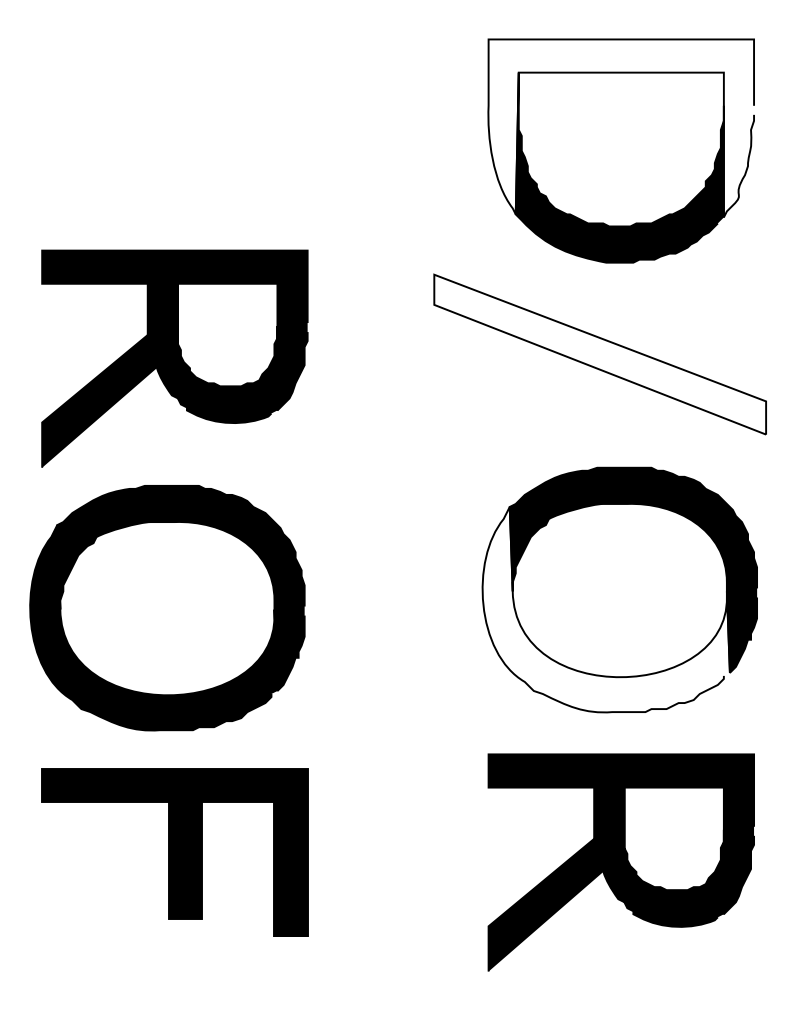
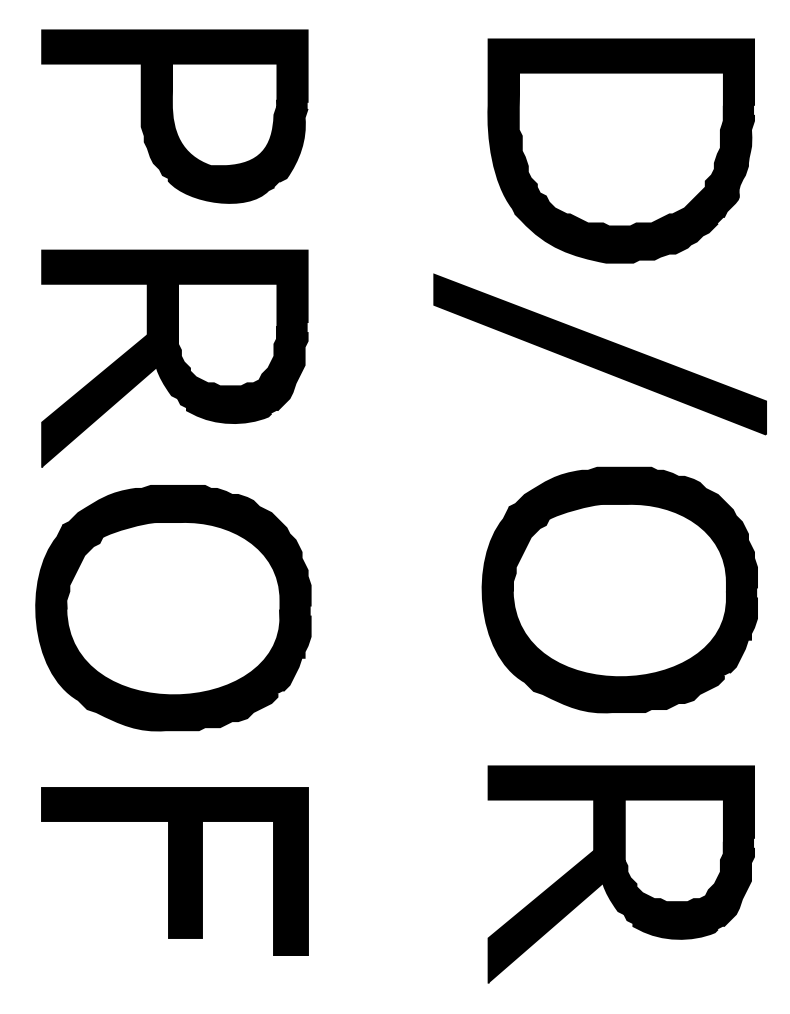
part at (174, 116): none -> present
fill at (621, 128): none -> present
fill at (600, 354): none -> present
part at (167, 608) position: (167, 608) -> (173, 608)
fill at (605, 609): none -> present
part at (174, 852) position: (174, 852) -> (174, 871)
part at (620, 862) position: (620, 862) -> (620, 874)
